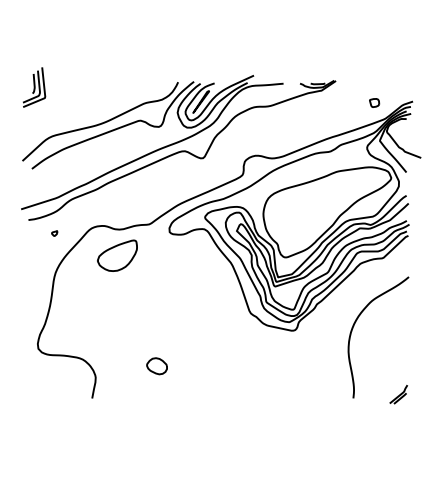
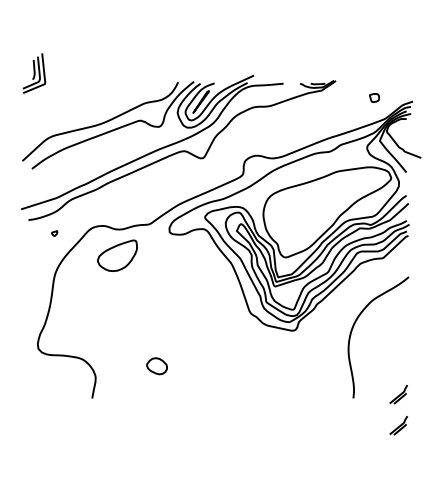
part at (34, 87) position: (34, 87) -> (34, 73)
part at (374, 102) position: (374, 102) -> (374, 97)
part at (398, 425): none -> present
